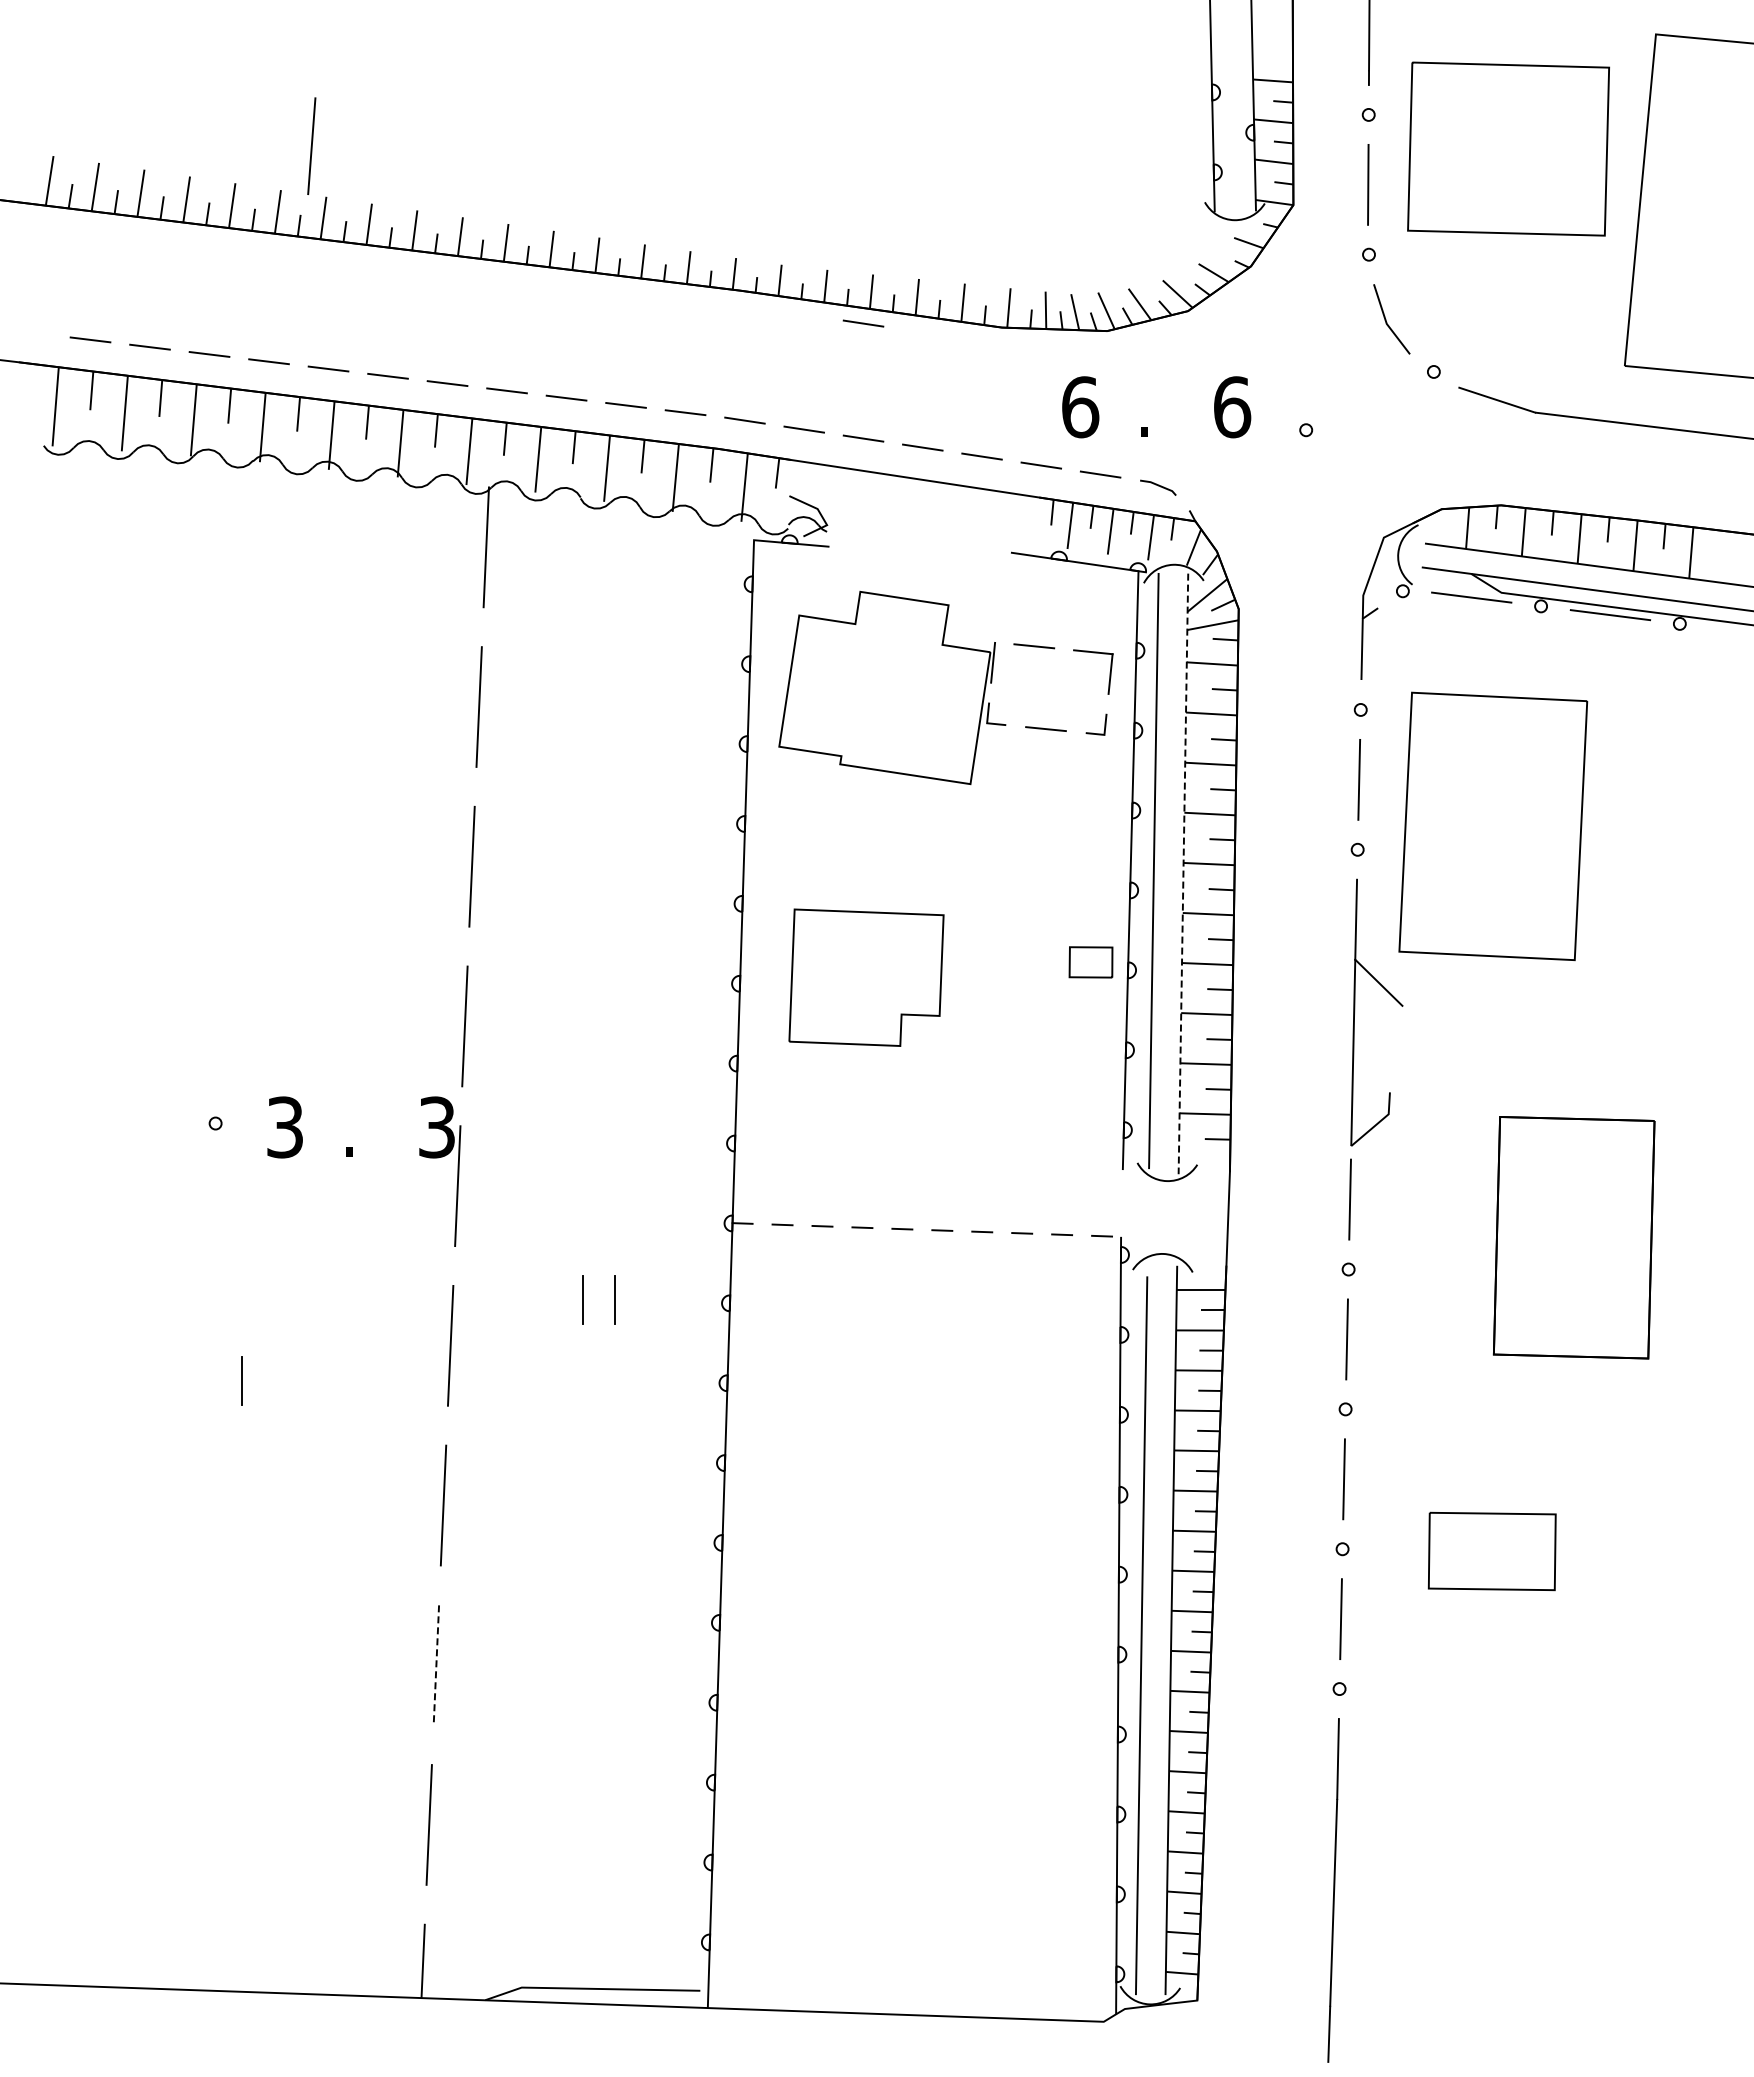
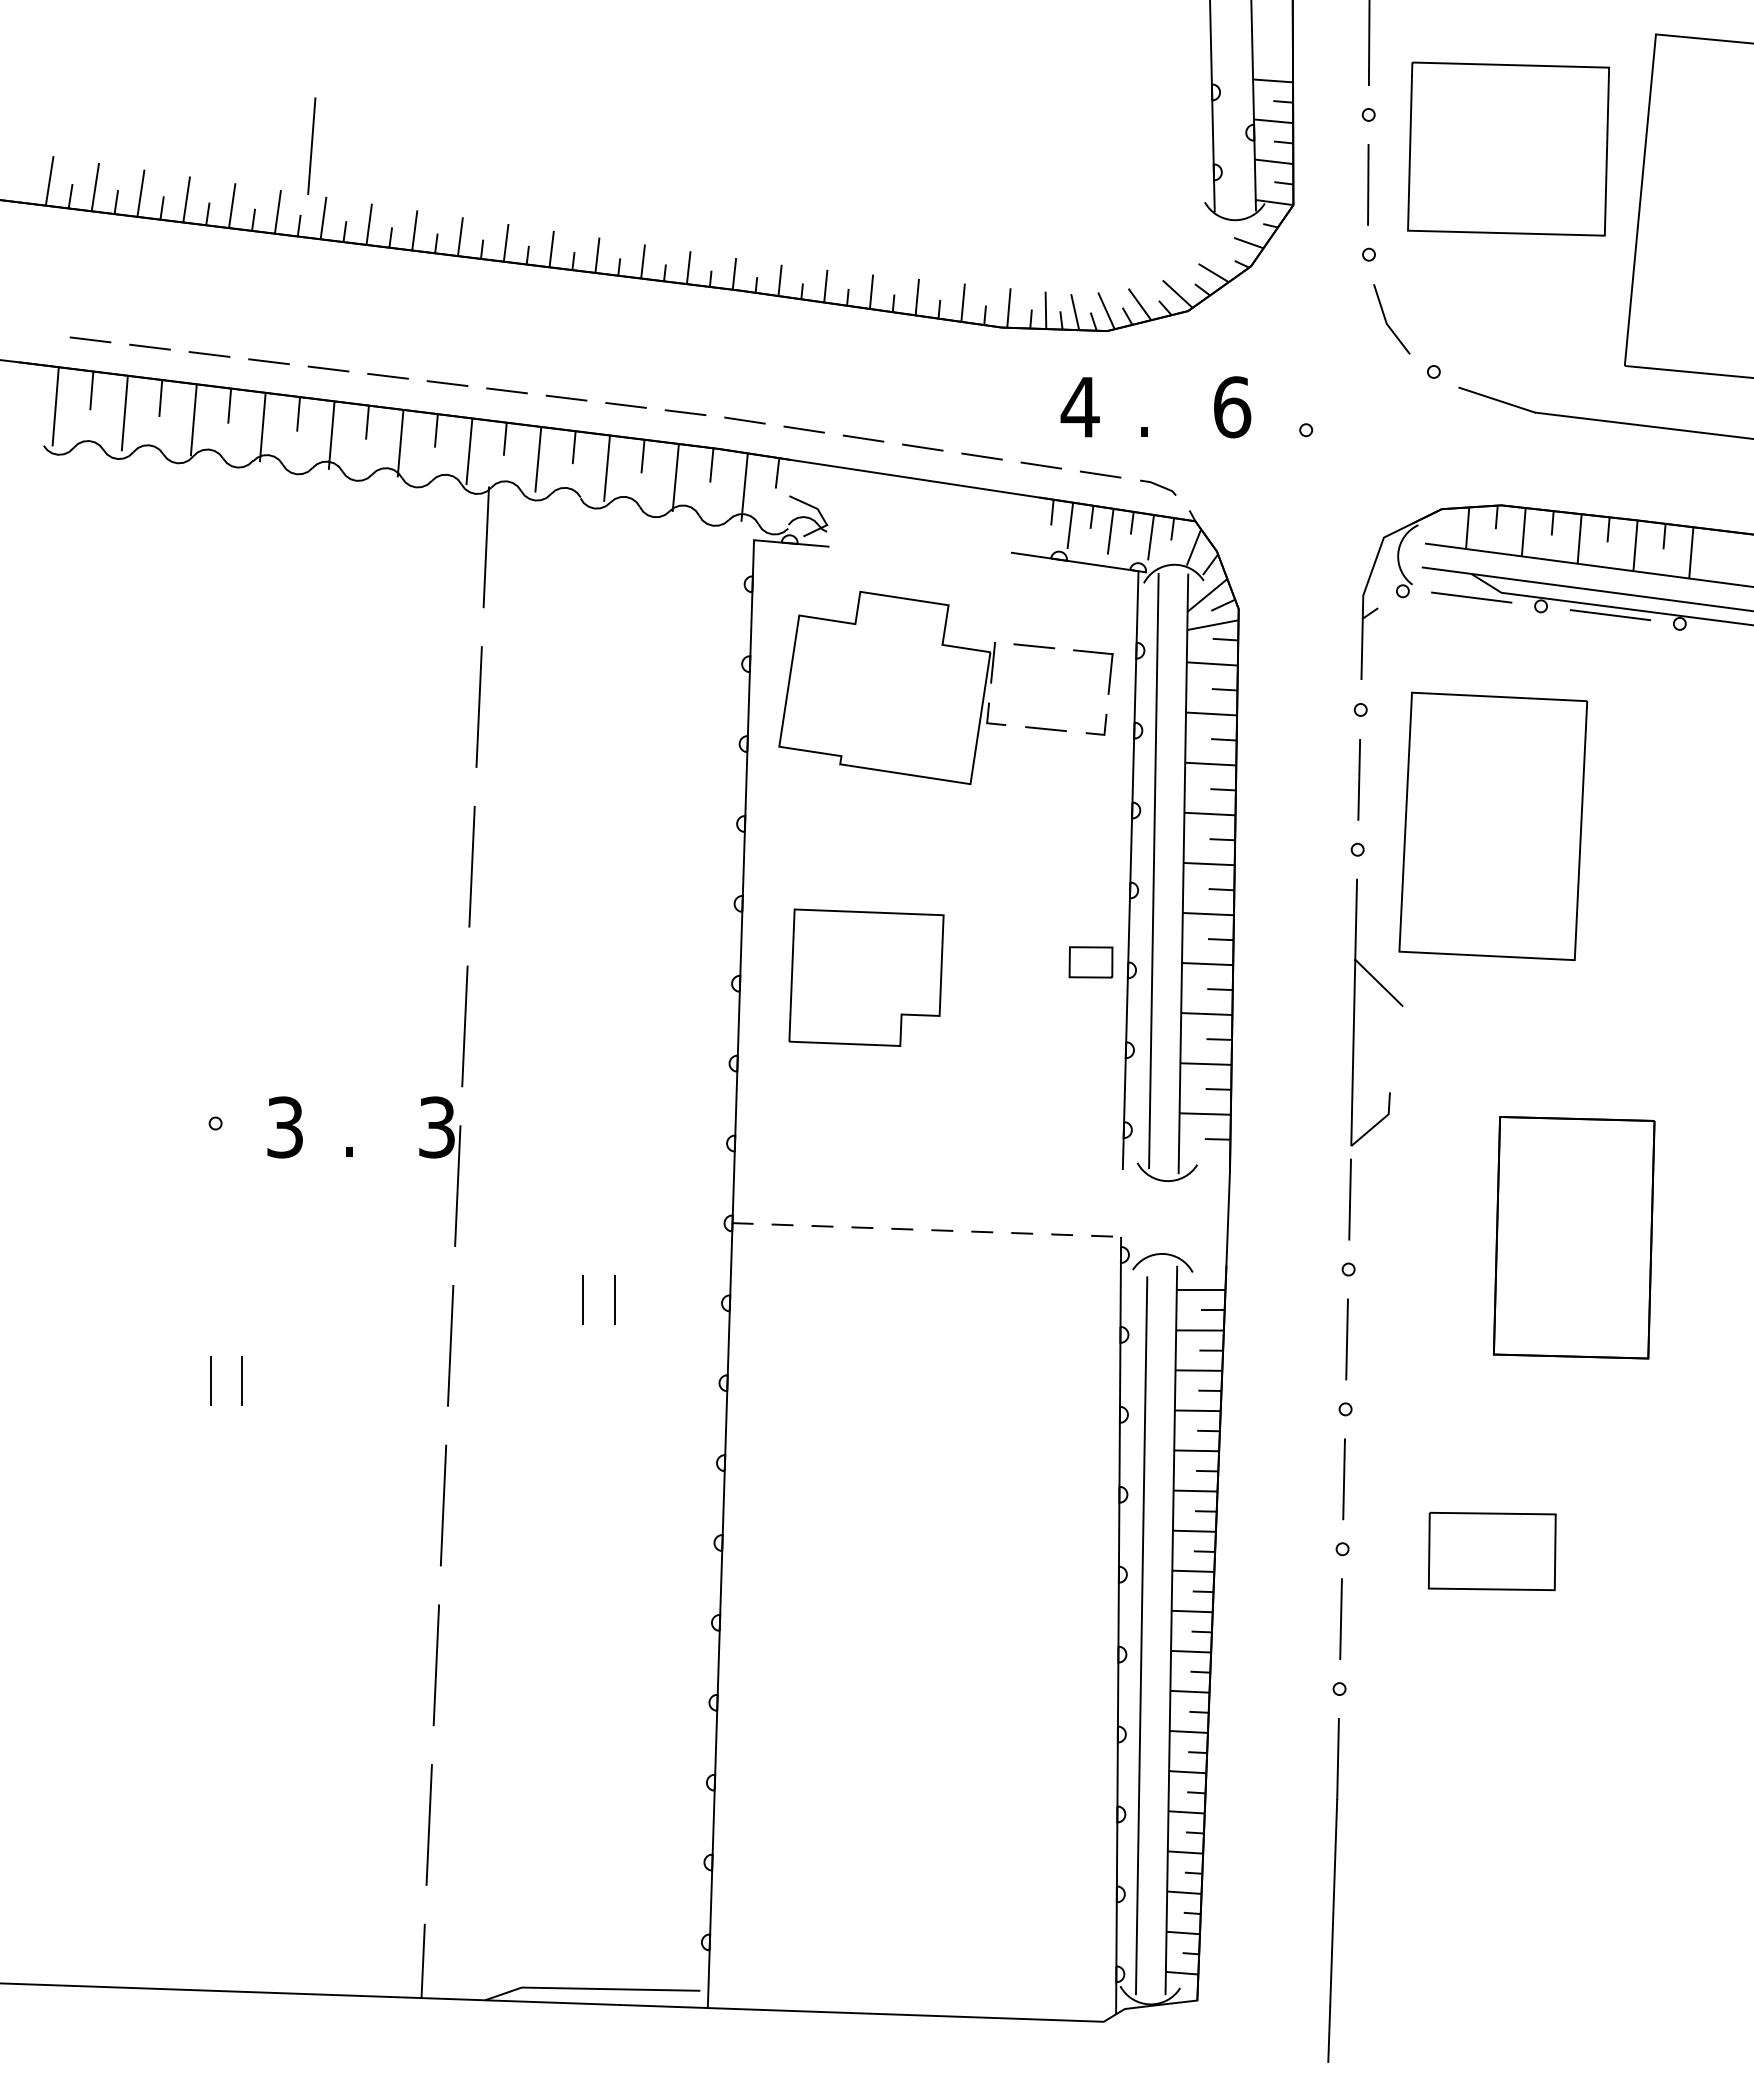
line at (863, 323): present -> none
text at (1079, 407): 6 -> 4
line at (1183, 874): dashed -> solid
line at (210, 1380): none -> present
line at (436, 1665): dashed -> solid
